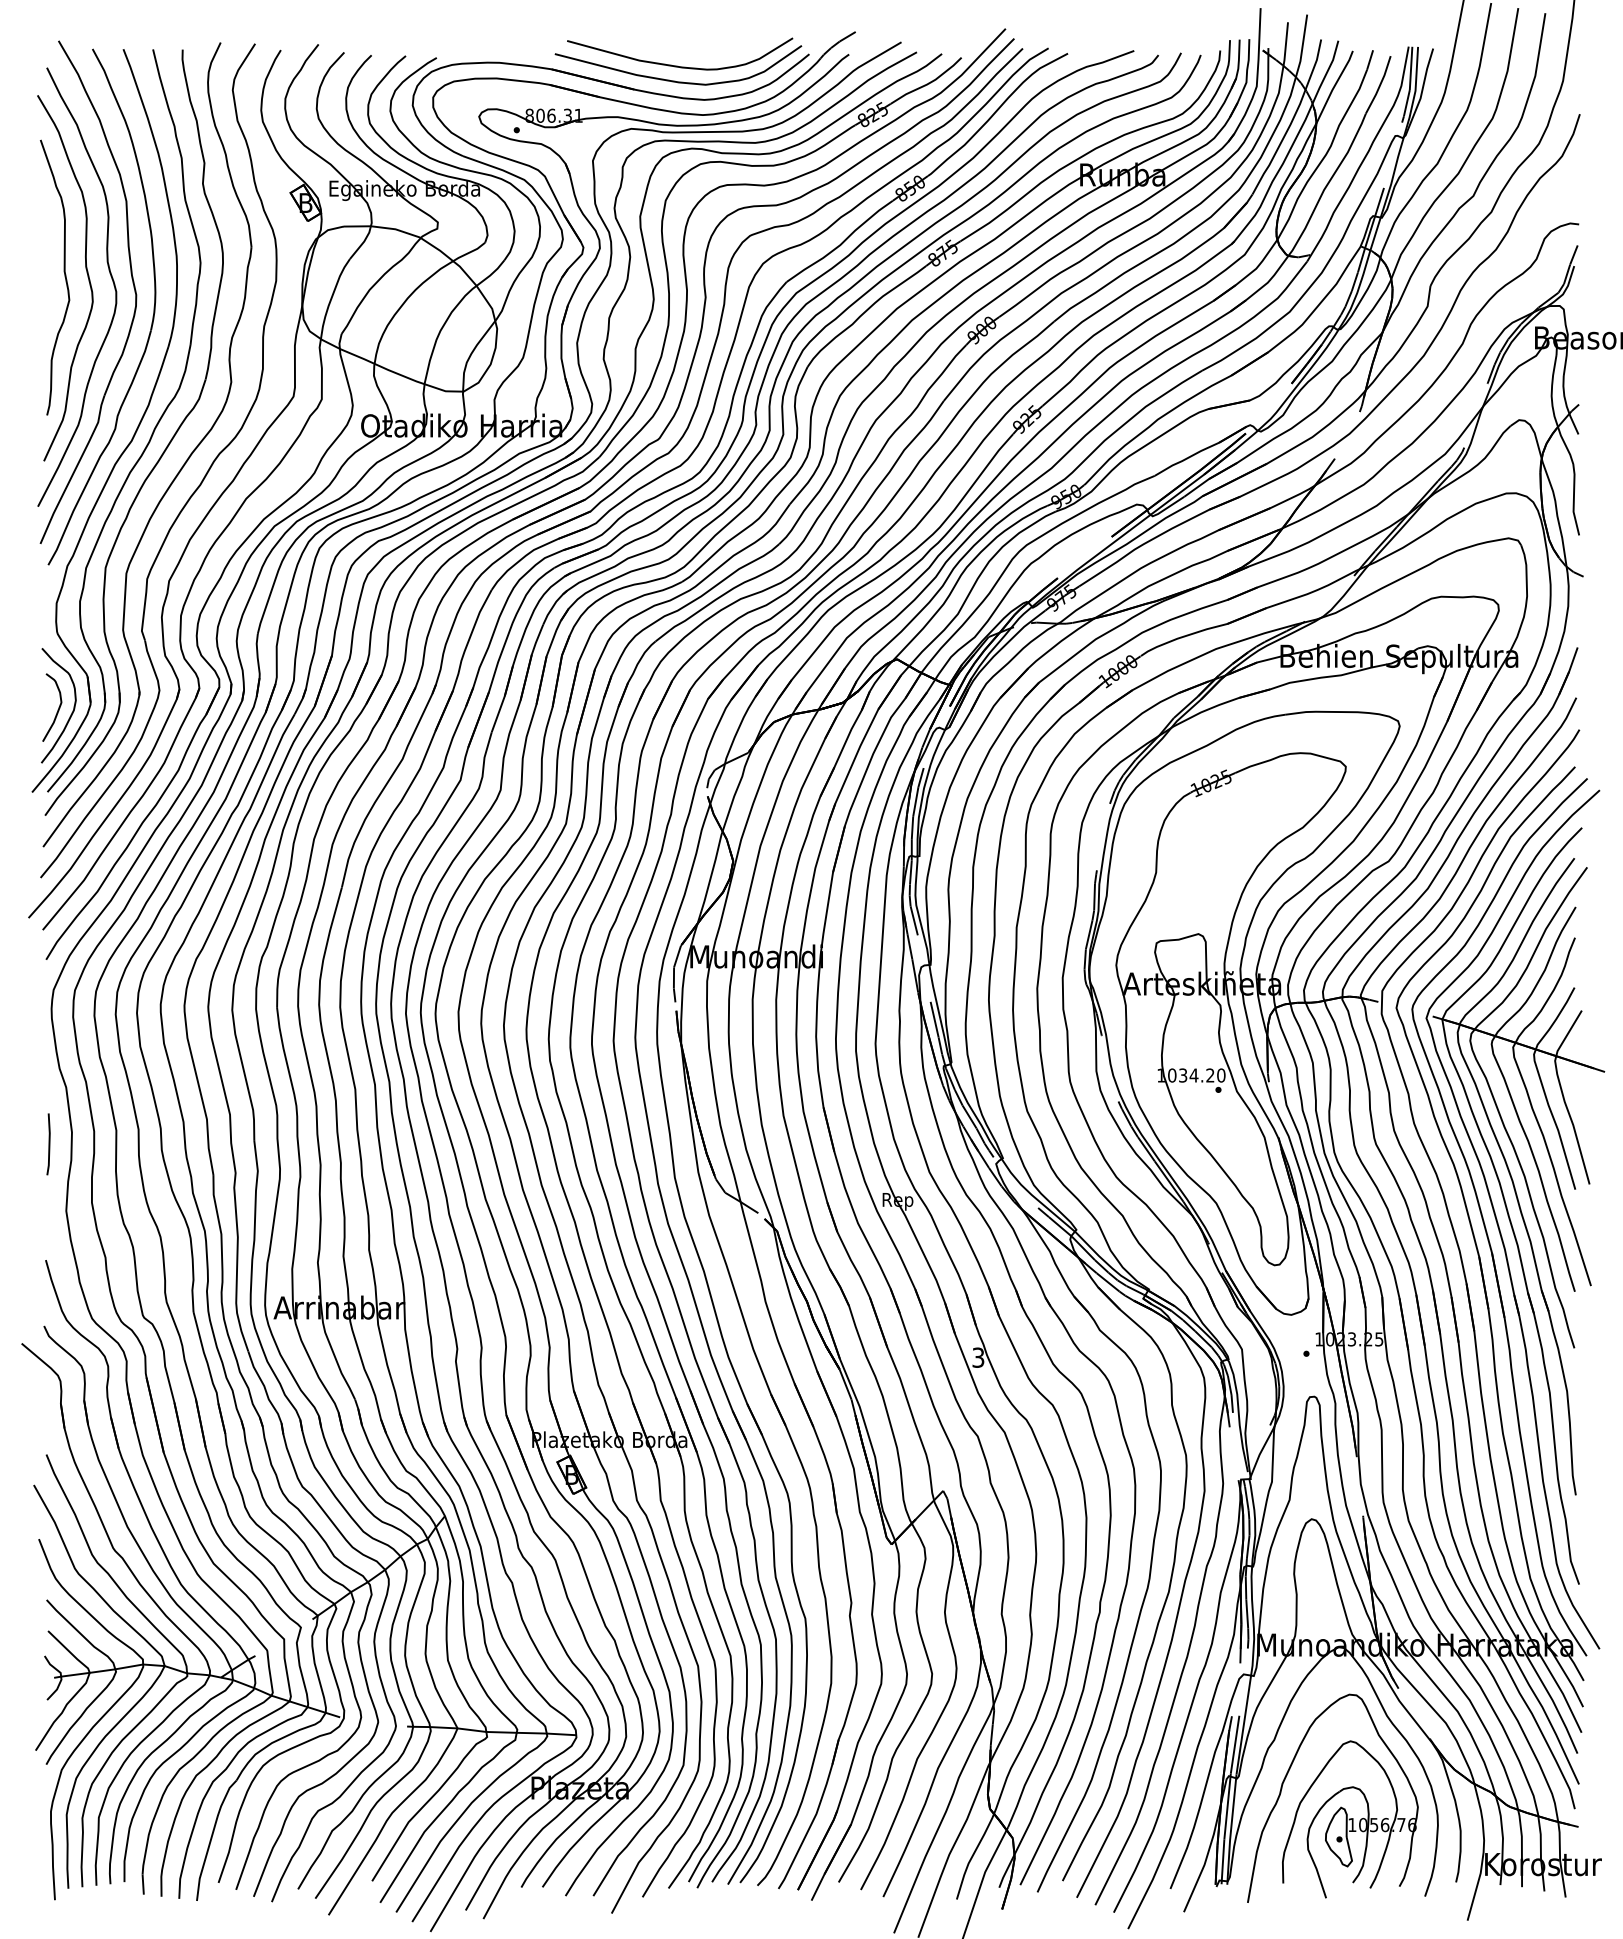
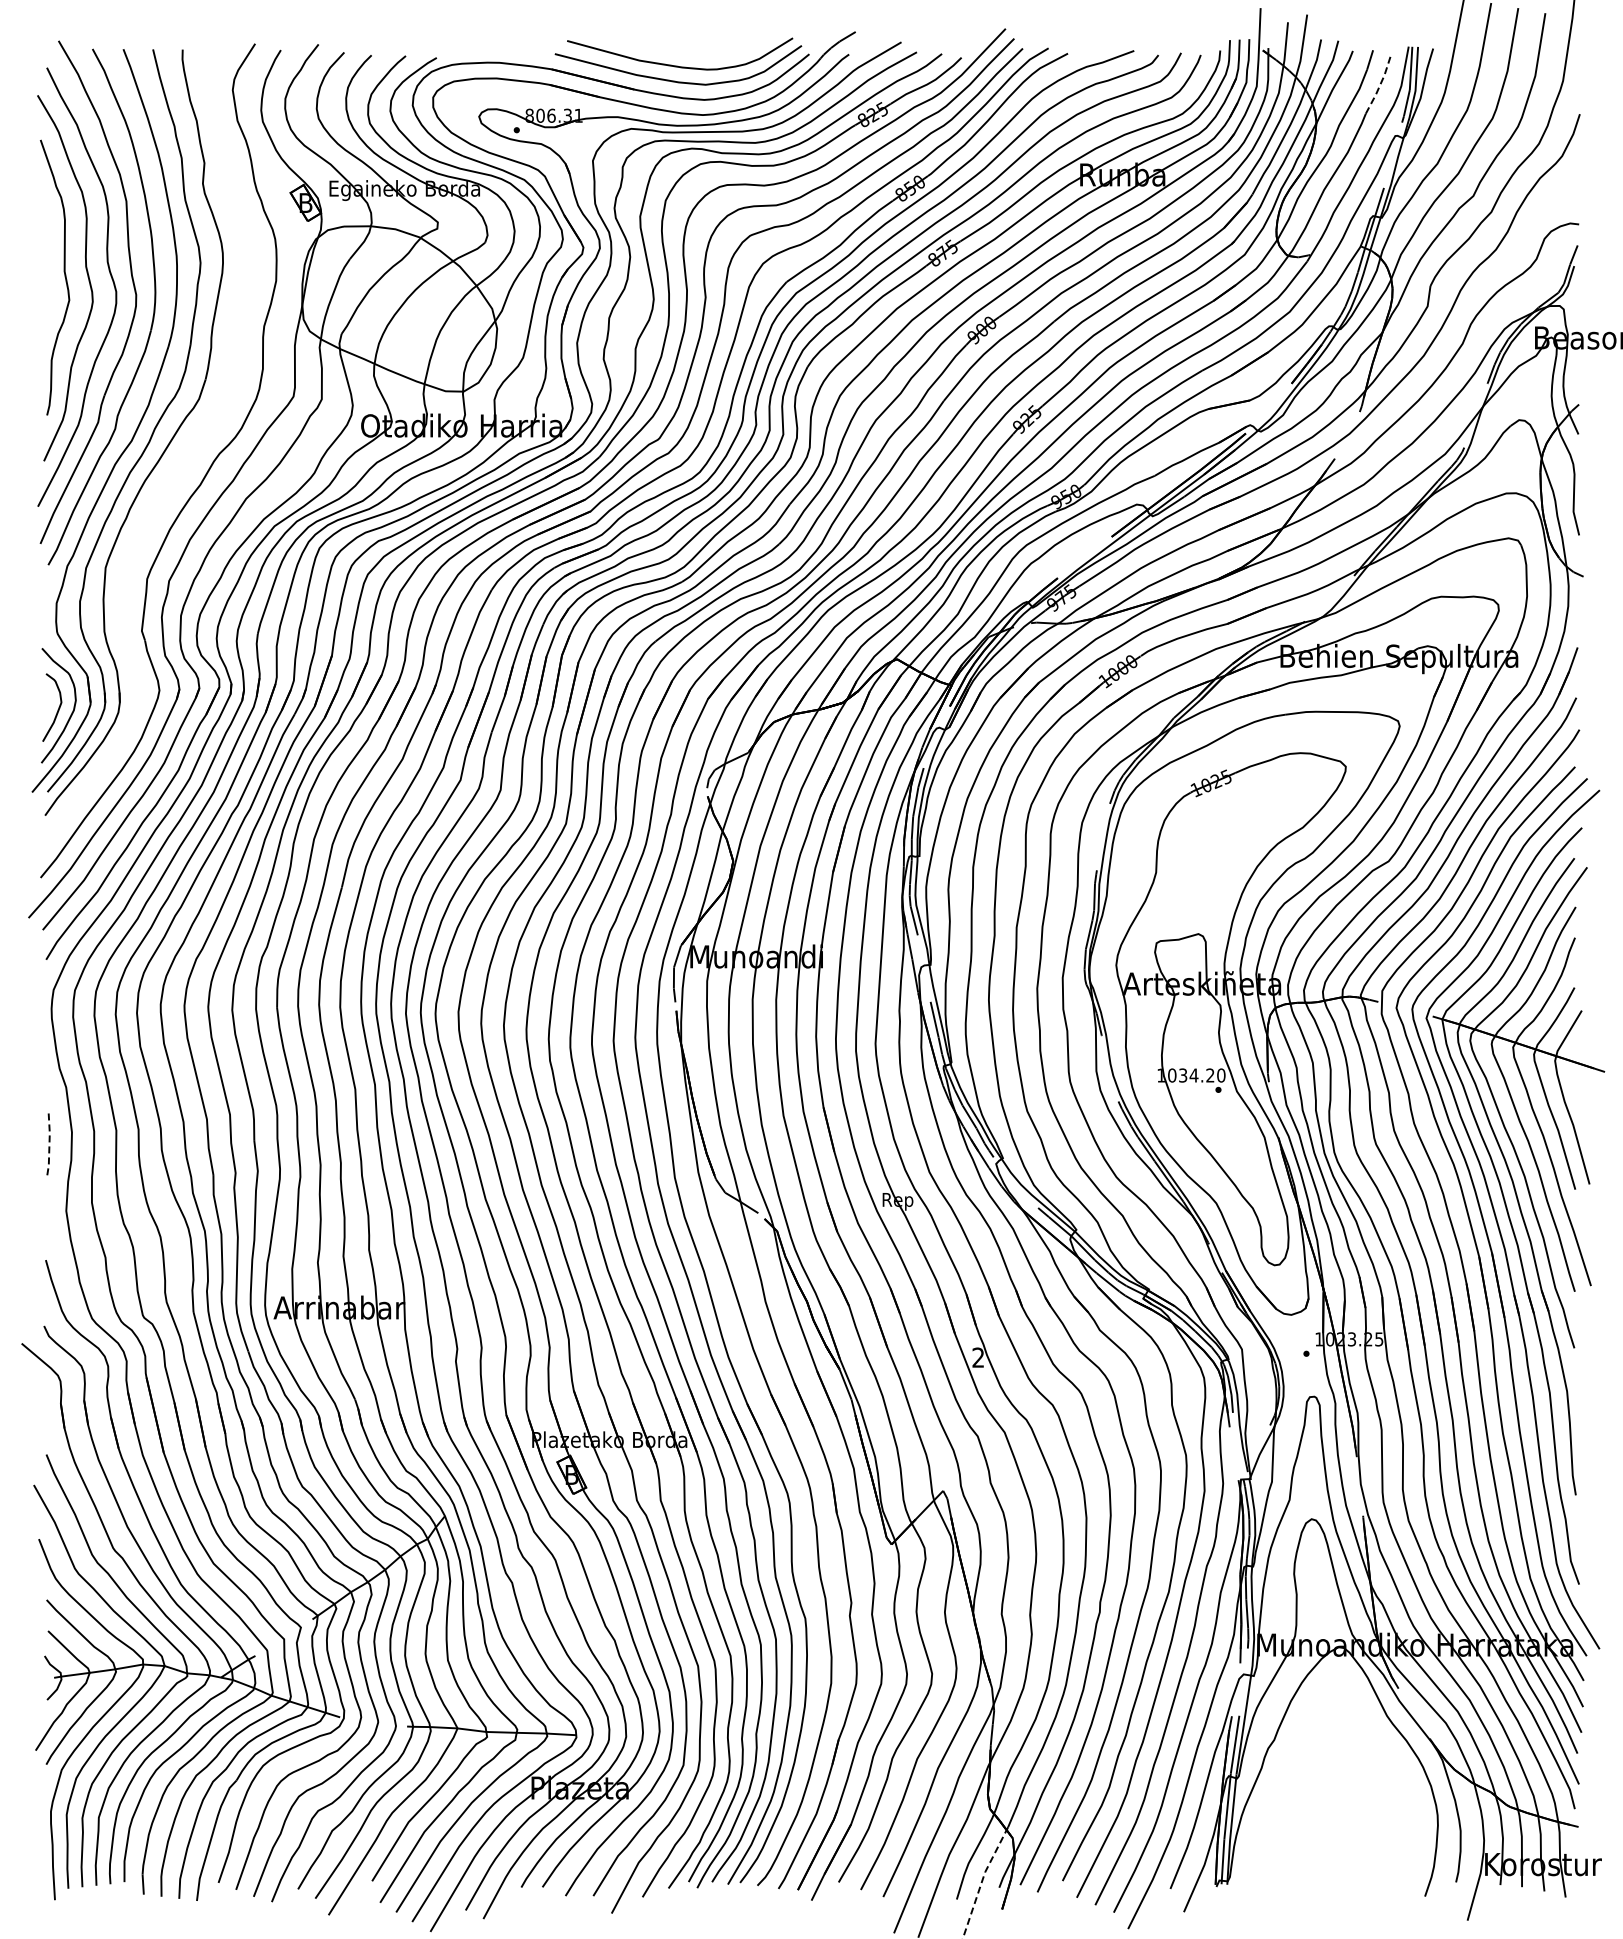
line at (1380, 85): solid -> dashed
part at (180, 468): present -> none
line at (49, 1144): solid -> dashed
text at (978, 1357): 3 -> 2
part at (1332, 1797): present -> none
line at (982, 1880): solid -> dashed
